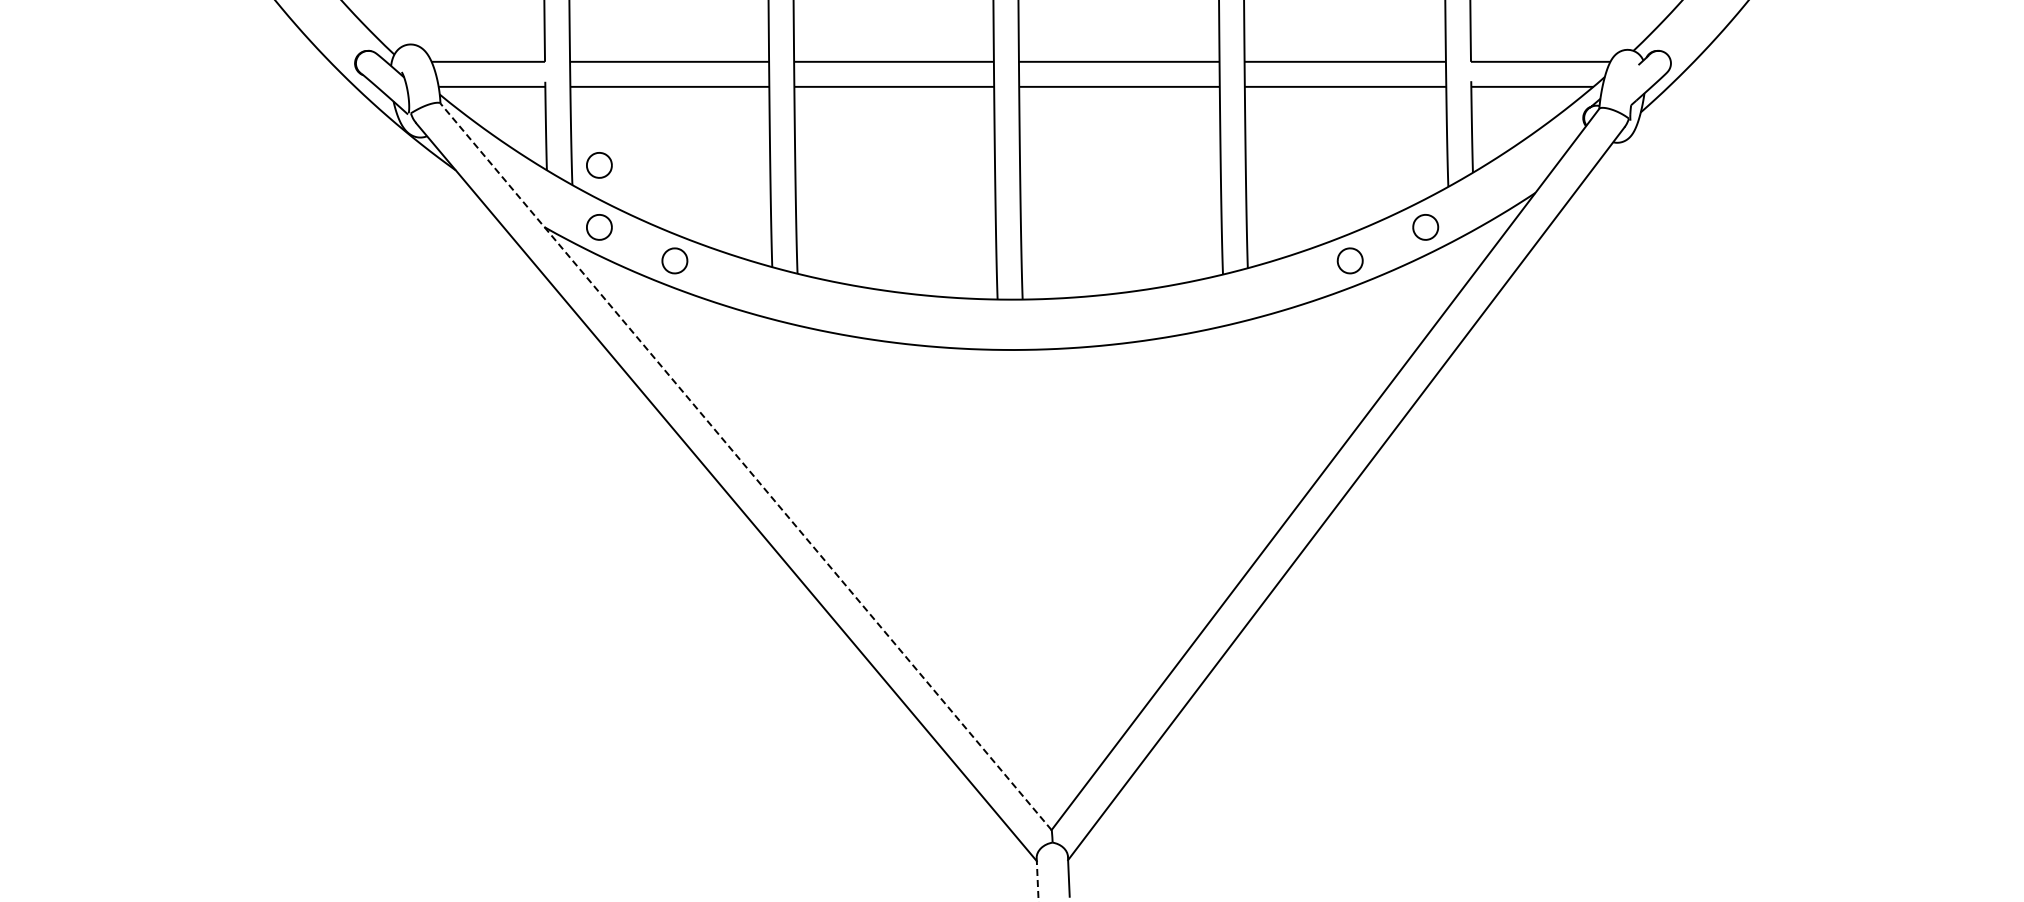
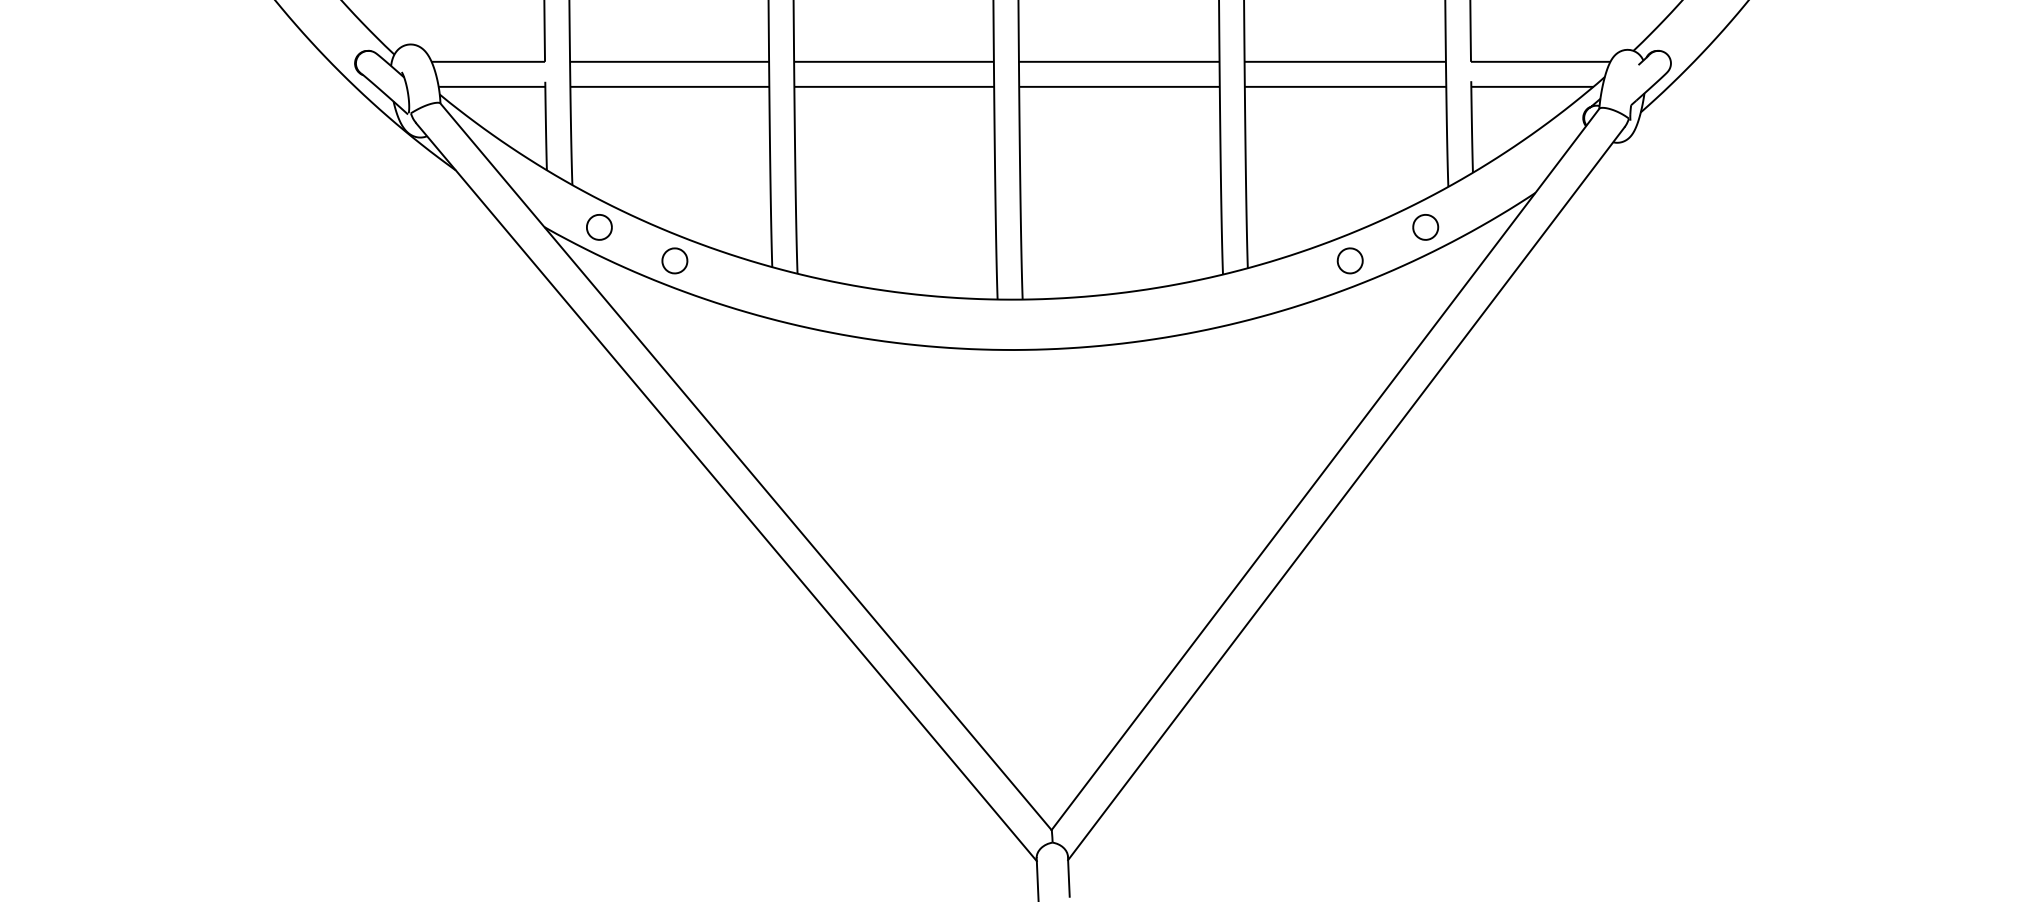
part at (599, 165): present -> none
line at (745, 466): dashed -> solid
line at (1037, 879): dashed -> solid
